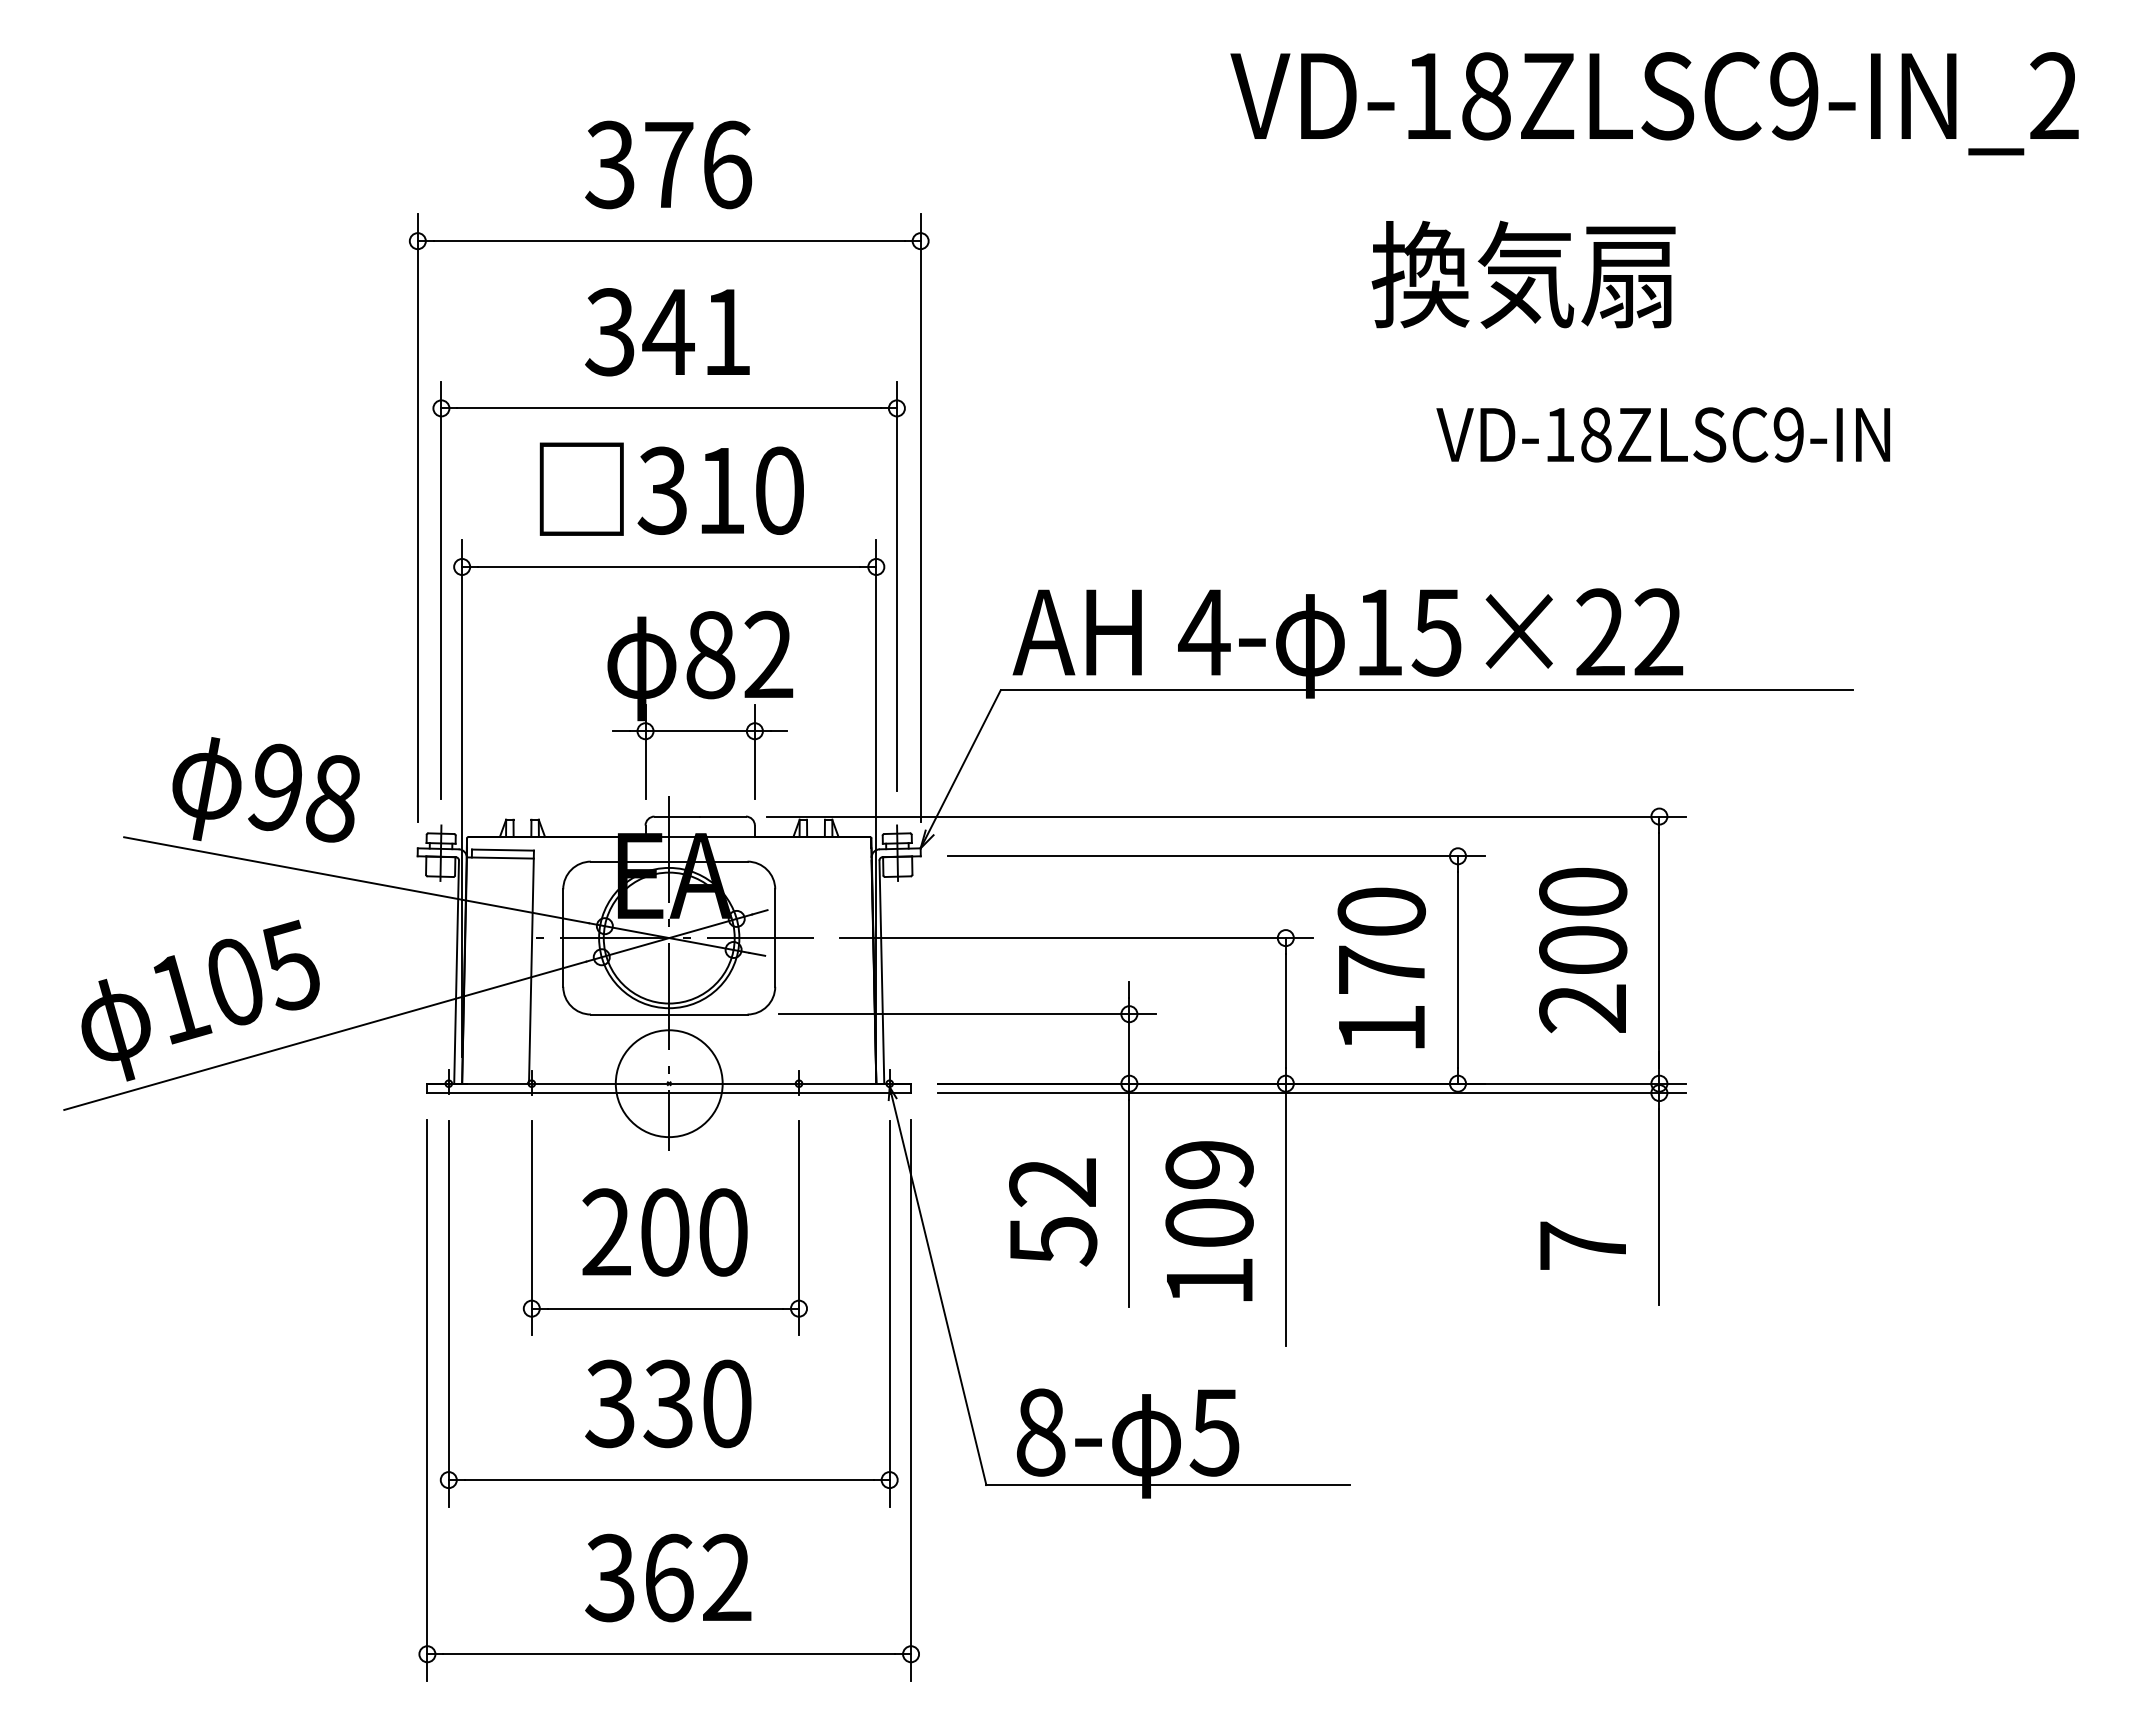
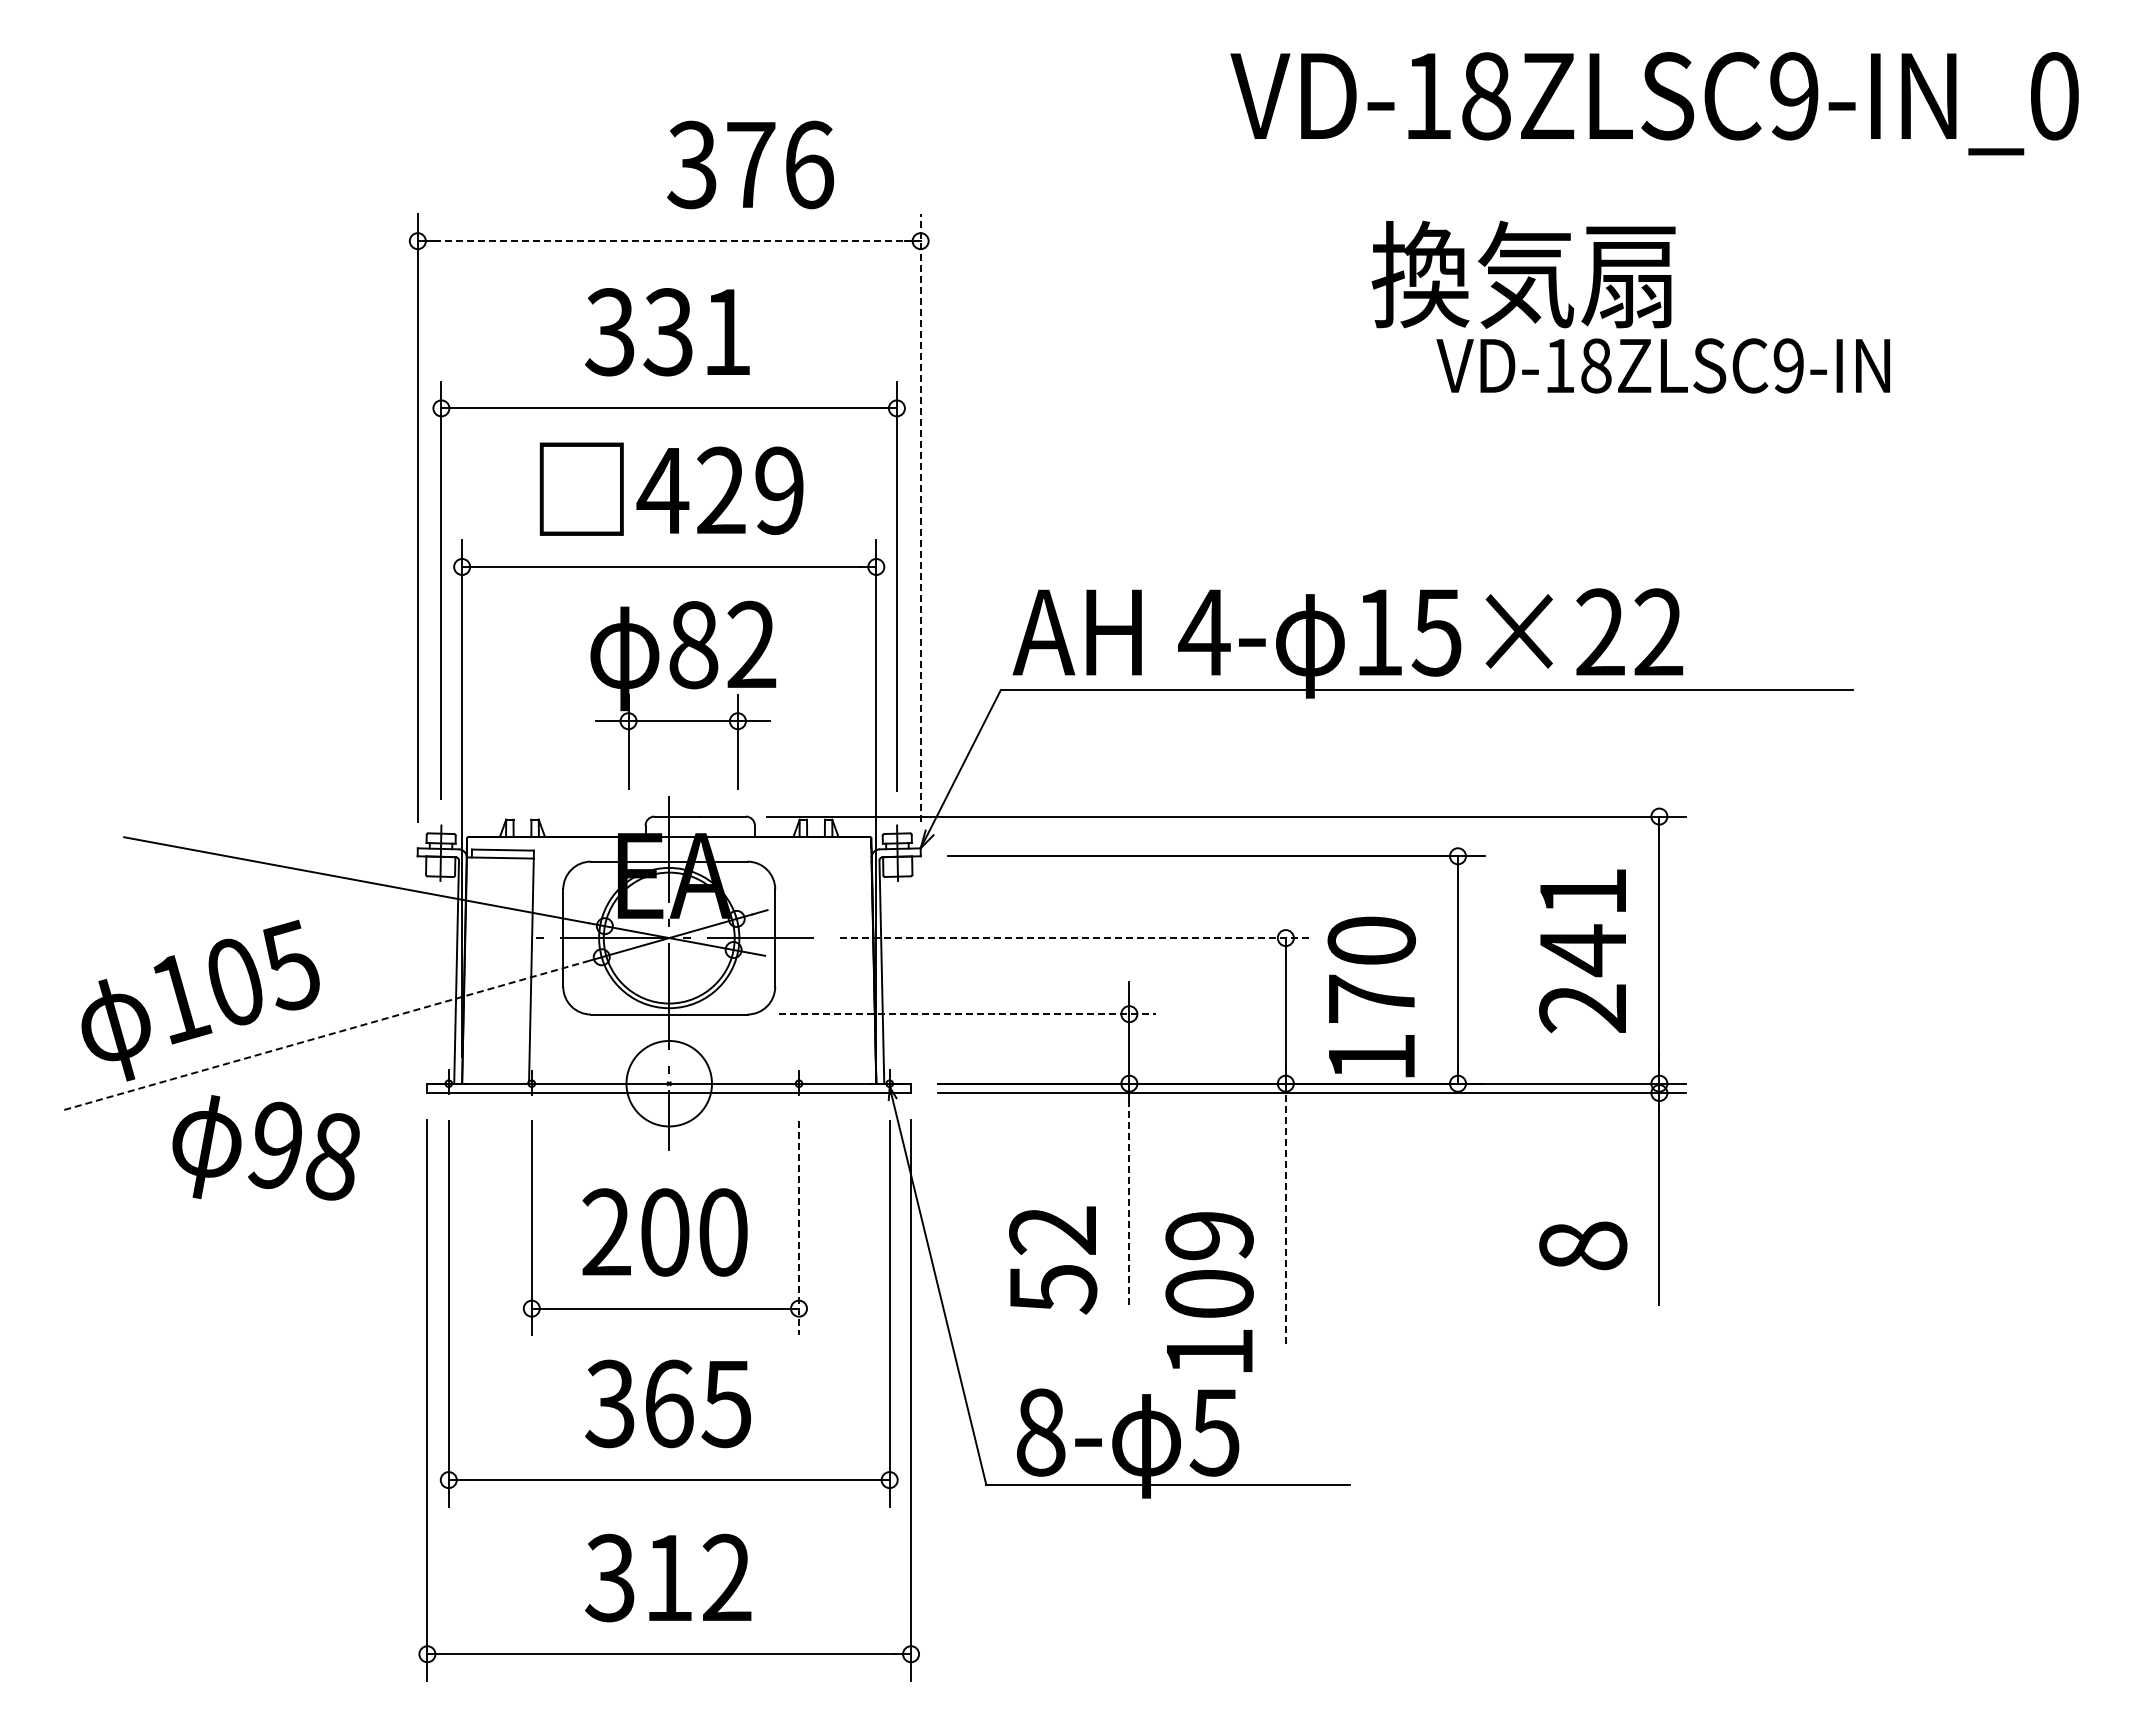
text at (2054, 96): VD-18ZLSC9-IN_2 -> VD-18ZLSC9-IN_0
text at (668, 164) position: (668, 164) -> (750, 164)
line at (669, 241): solid -> dashed
text at (668, 332): 341 -> 331
text at (1662, 434) position: (1662, 434) -> (1662, 365)
text at (719, 490): 310 -> 429
line at (920, 518): solid -> dashed
part at (703, 698) position: (703, 698) -> (686, 688)
text at (265, 789) position: (265, 789) -> (265, 1147)
text at (1583, 922): 200 -> 241
line at (1076, 938): solid -> dashed
text at (1381, 967) position: (1381, 967) -> (1371, 996)
line at (967, 1014): solid -> dashed
line at (325, 1035): solid -> dashed
circle at (668, 1083) diameter: 107 px -> 86 px
line at (1129, 1203): solid -> dashed
text at (1053, 1212) position: (1053, 1212) -> (1053, 1260)
line at (1285, 1215): solid -> dashed
text at (1209, 1220) position: (1209, 1220) -> (1209, 1291)
line at (799, 1228): solid -> dashed
text at (1583, 1245): 7 -> 8
text at (697, 1403): 330 -> 365
text at (669, 1577): 362 -> 312
